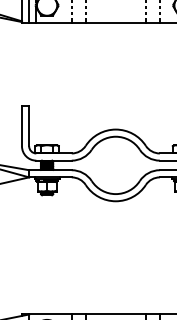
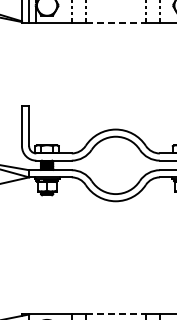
line at (116, 23): solid -> dashed
line at (116, 314): solid -> dashed
